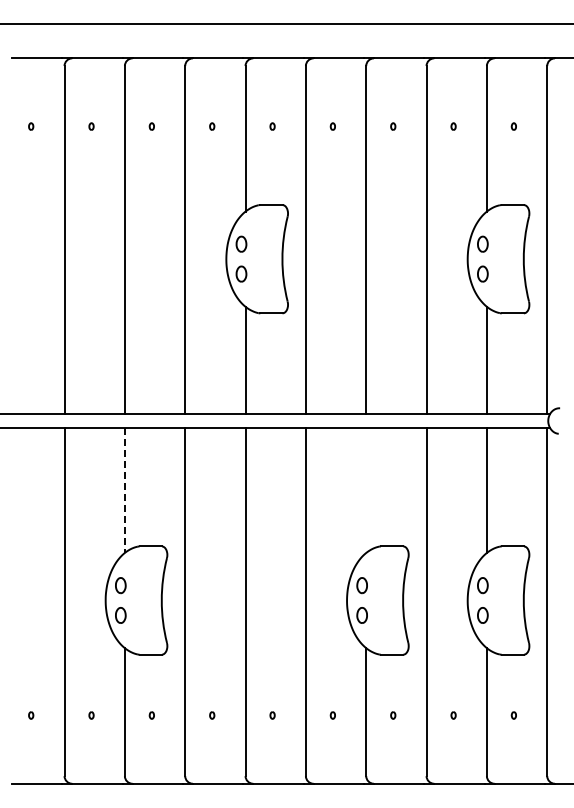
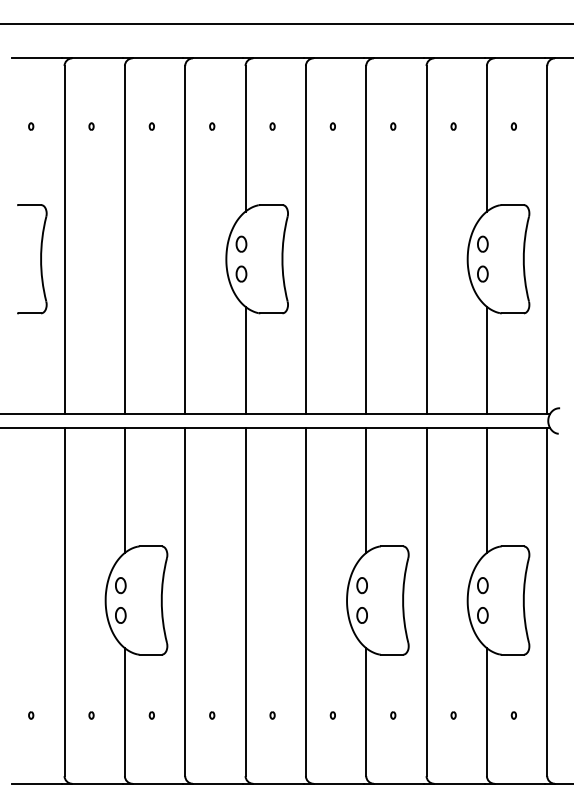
part at (40, 259): none -> present
line at (124, 490): dashed -> solid
line at (366, 490): none -> present
